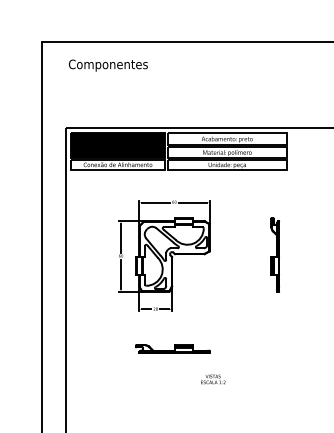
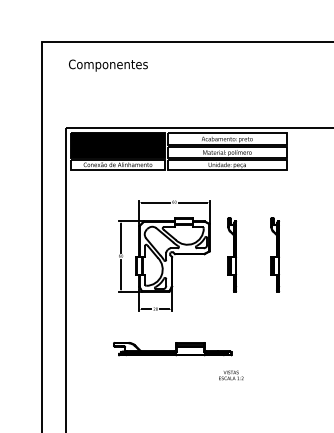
part at (232, 254): none -> present
part at (172, 348) size: 76x10 px -> 120x15 px
text at (213, 379) position: (213, 379) -> (231, 375)
